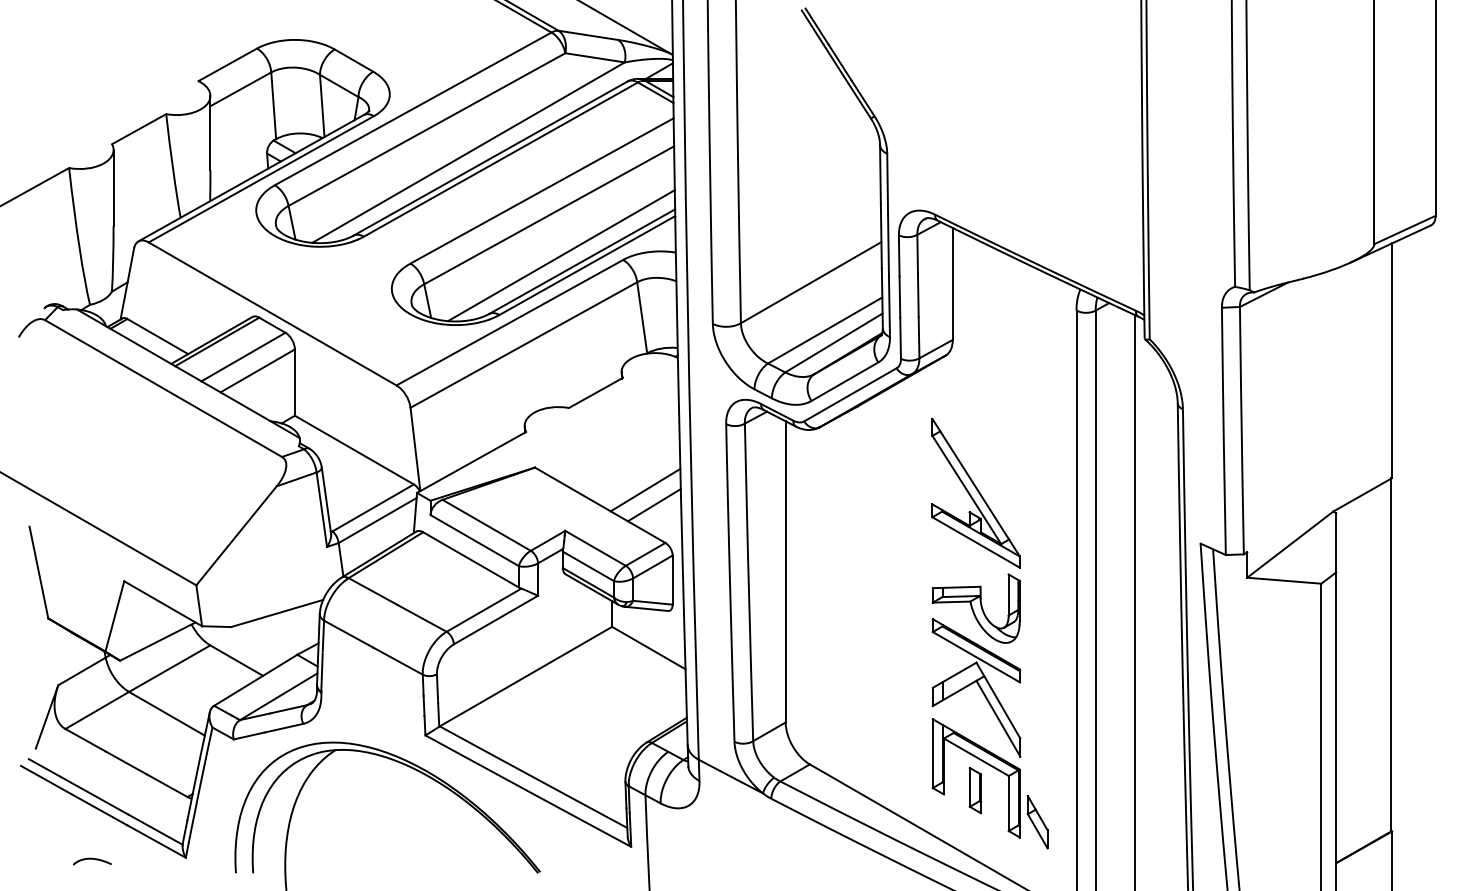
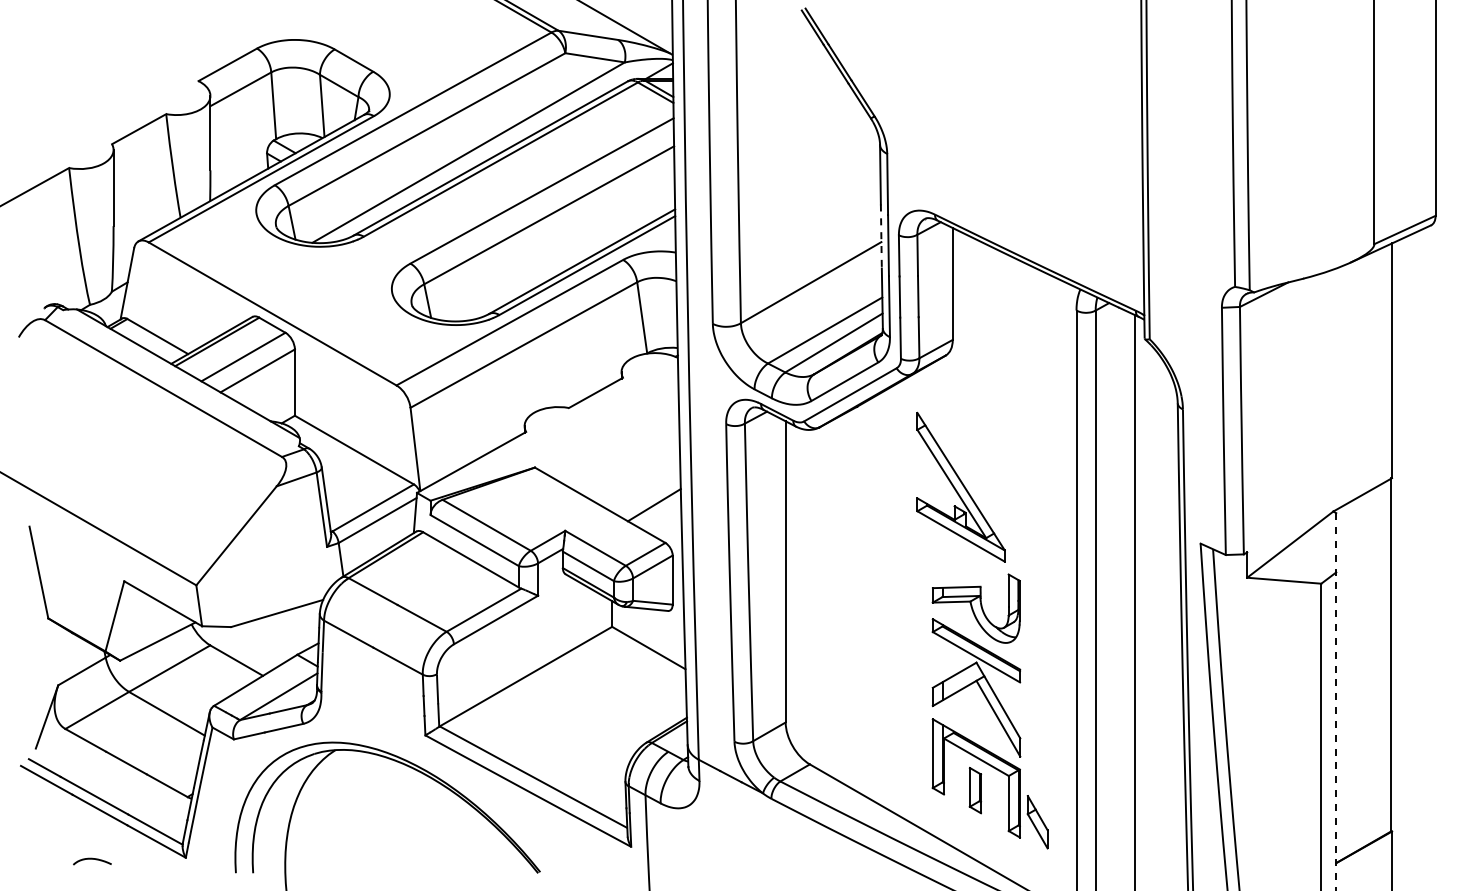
line at (881, 236): solid -> dashed
line at (561, 255): present -> none
line at (645, 489): present -> none
part at (975, 492) position: (975, 492) -> (960, 486)
line at (1336, 702): solid -> dashed
